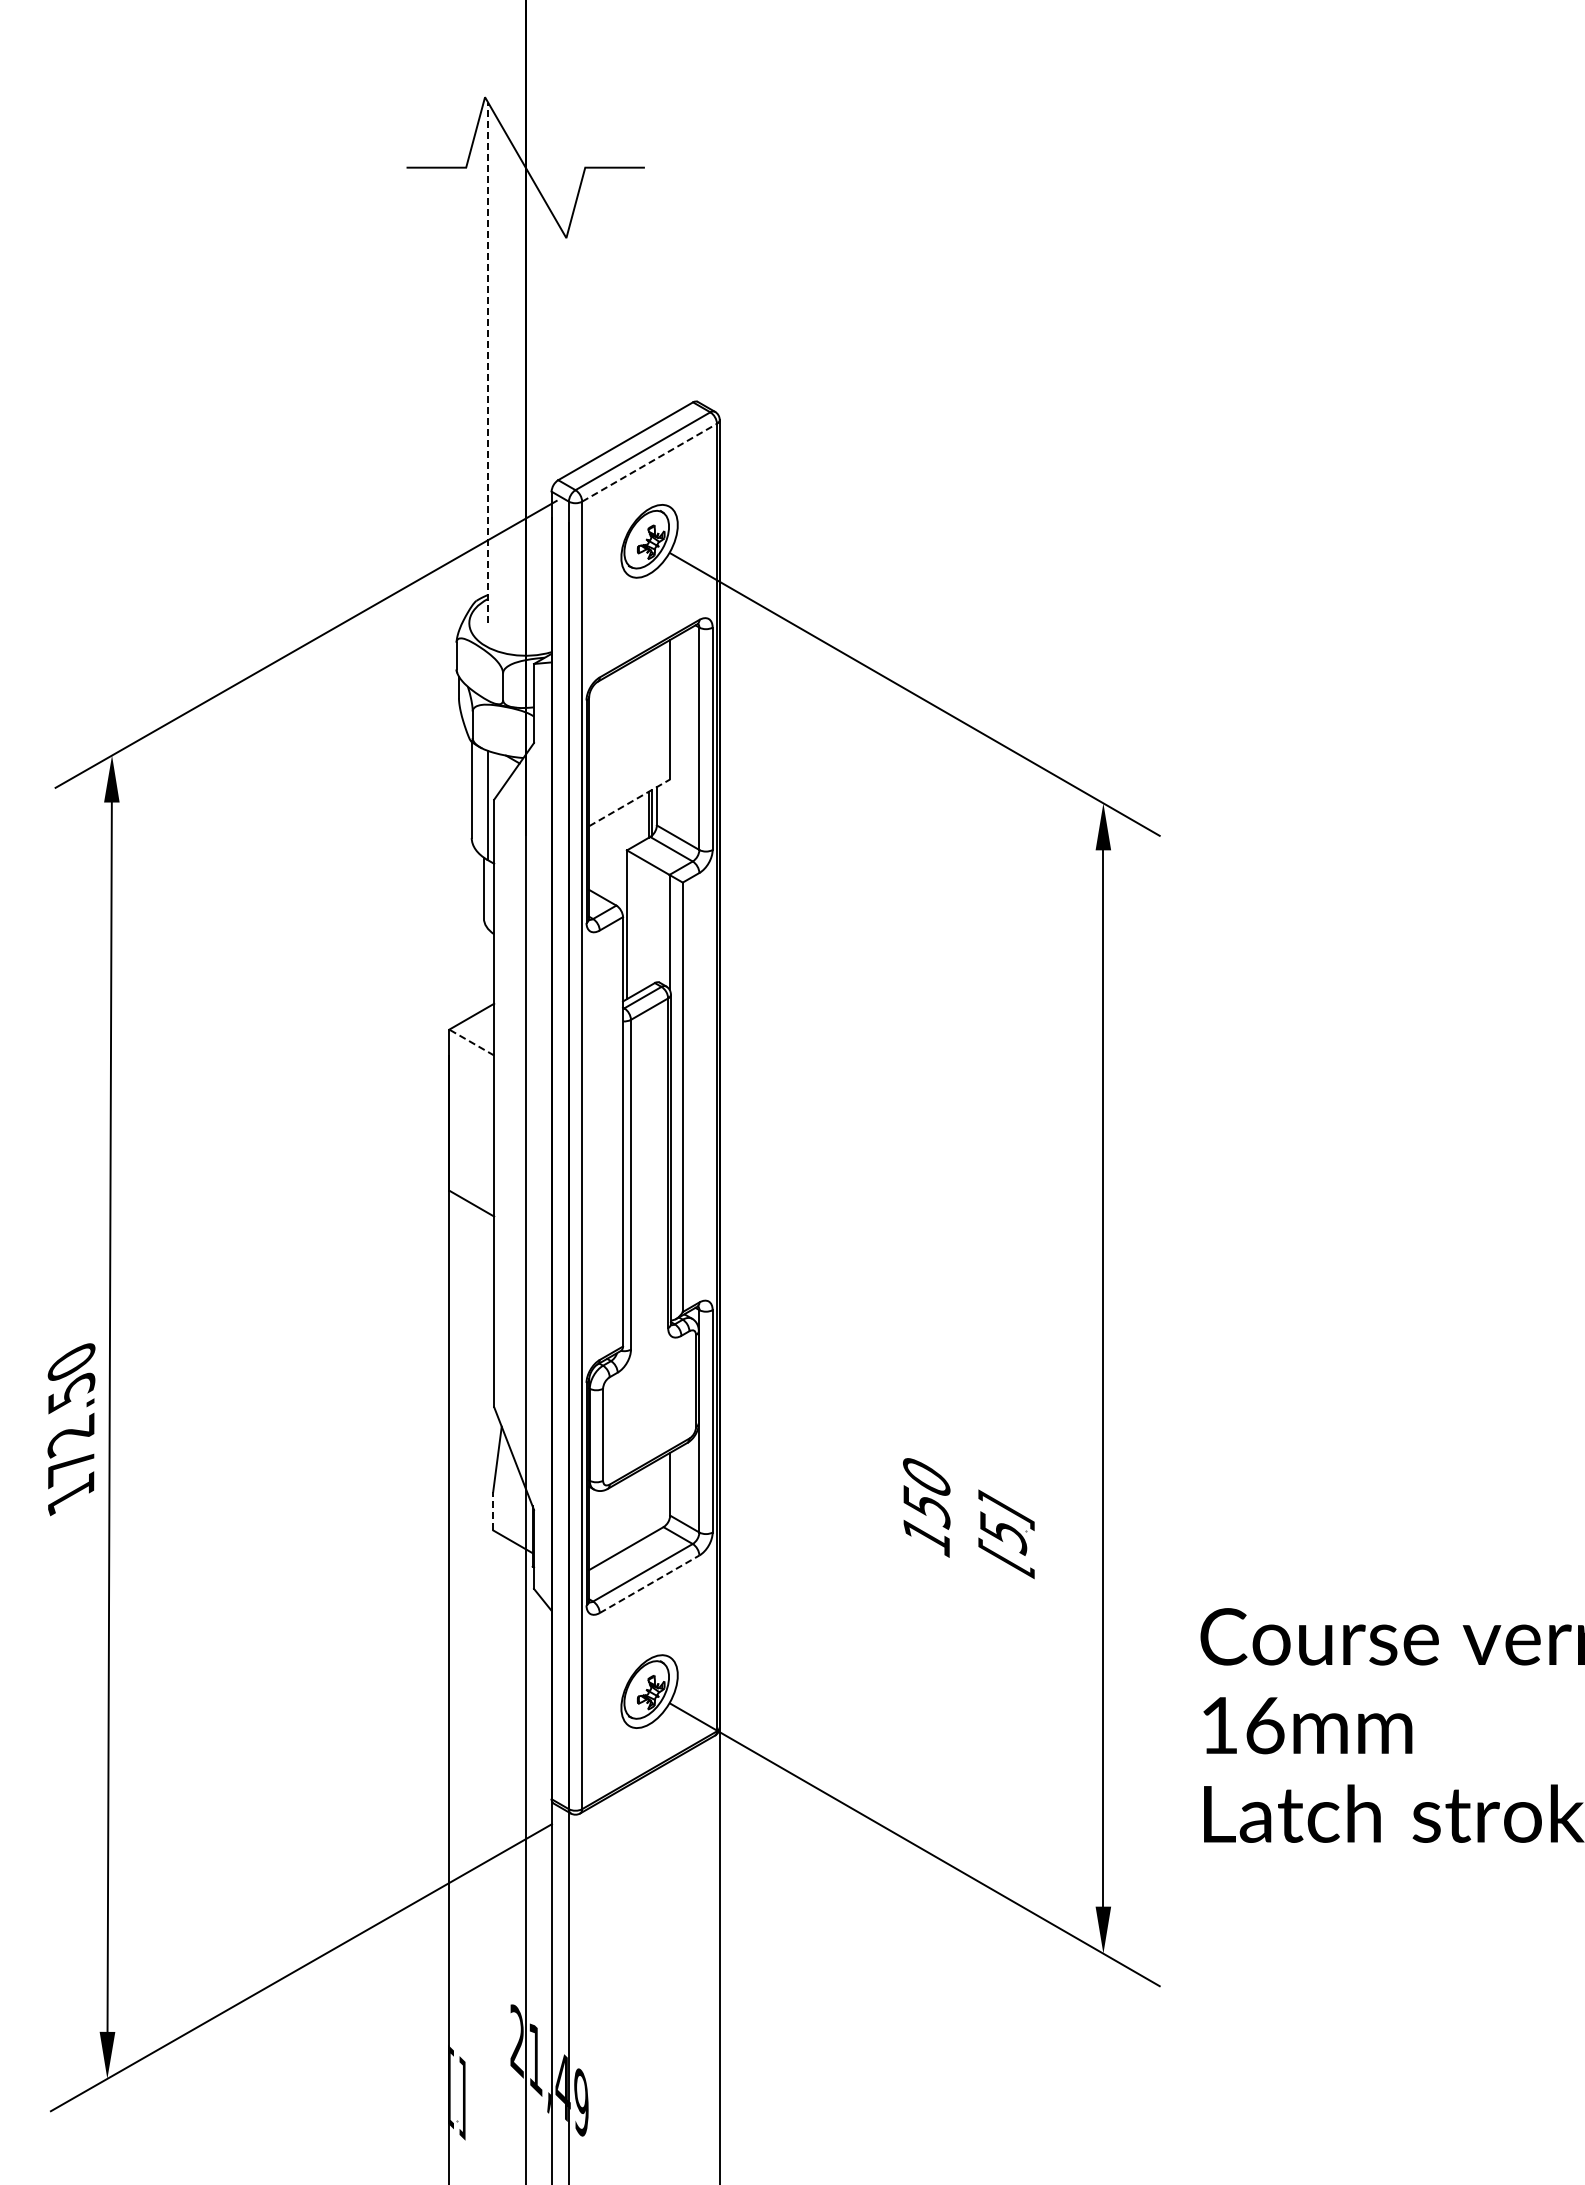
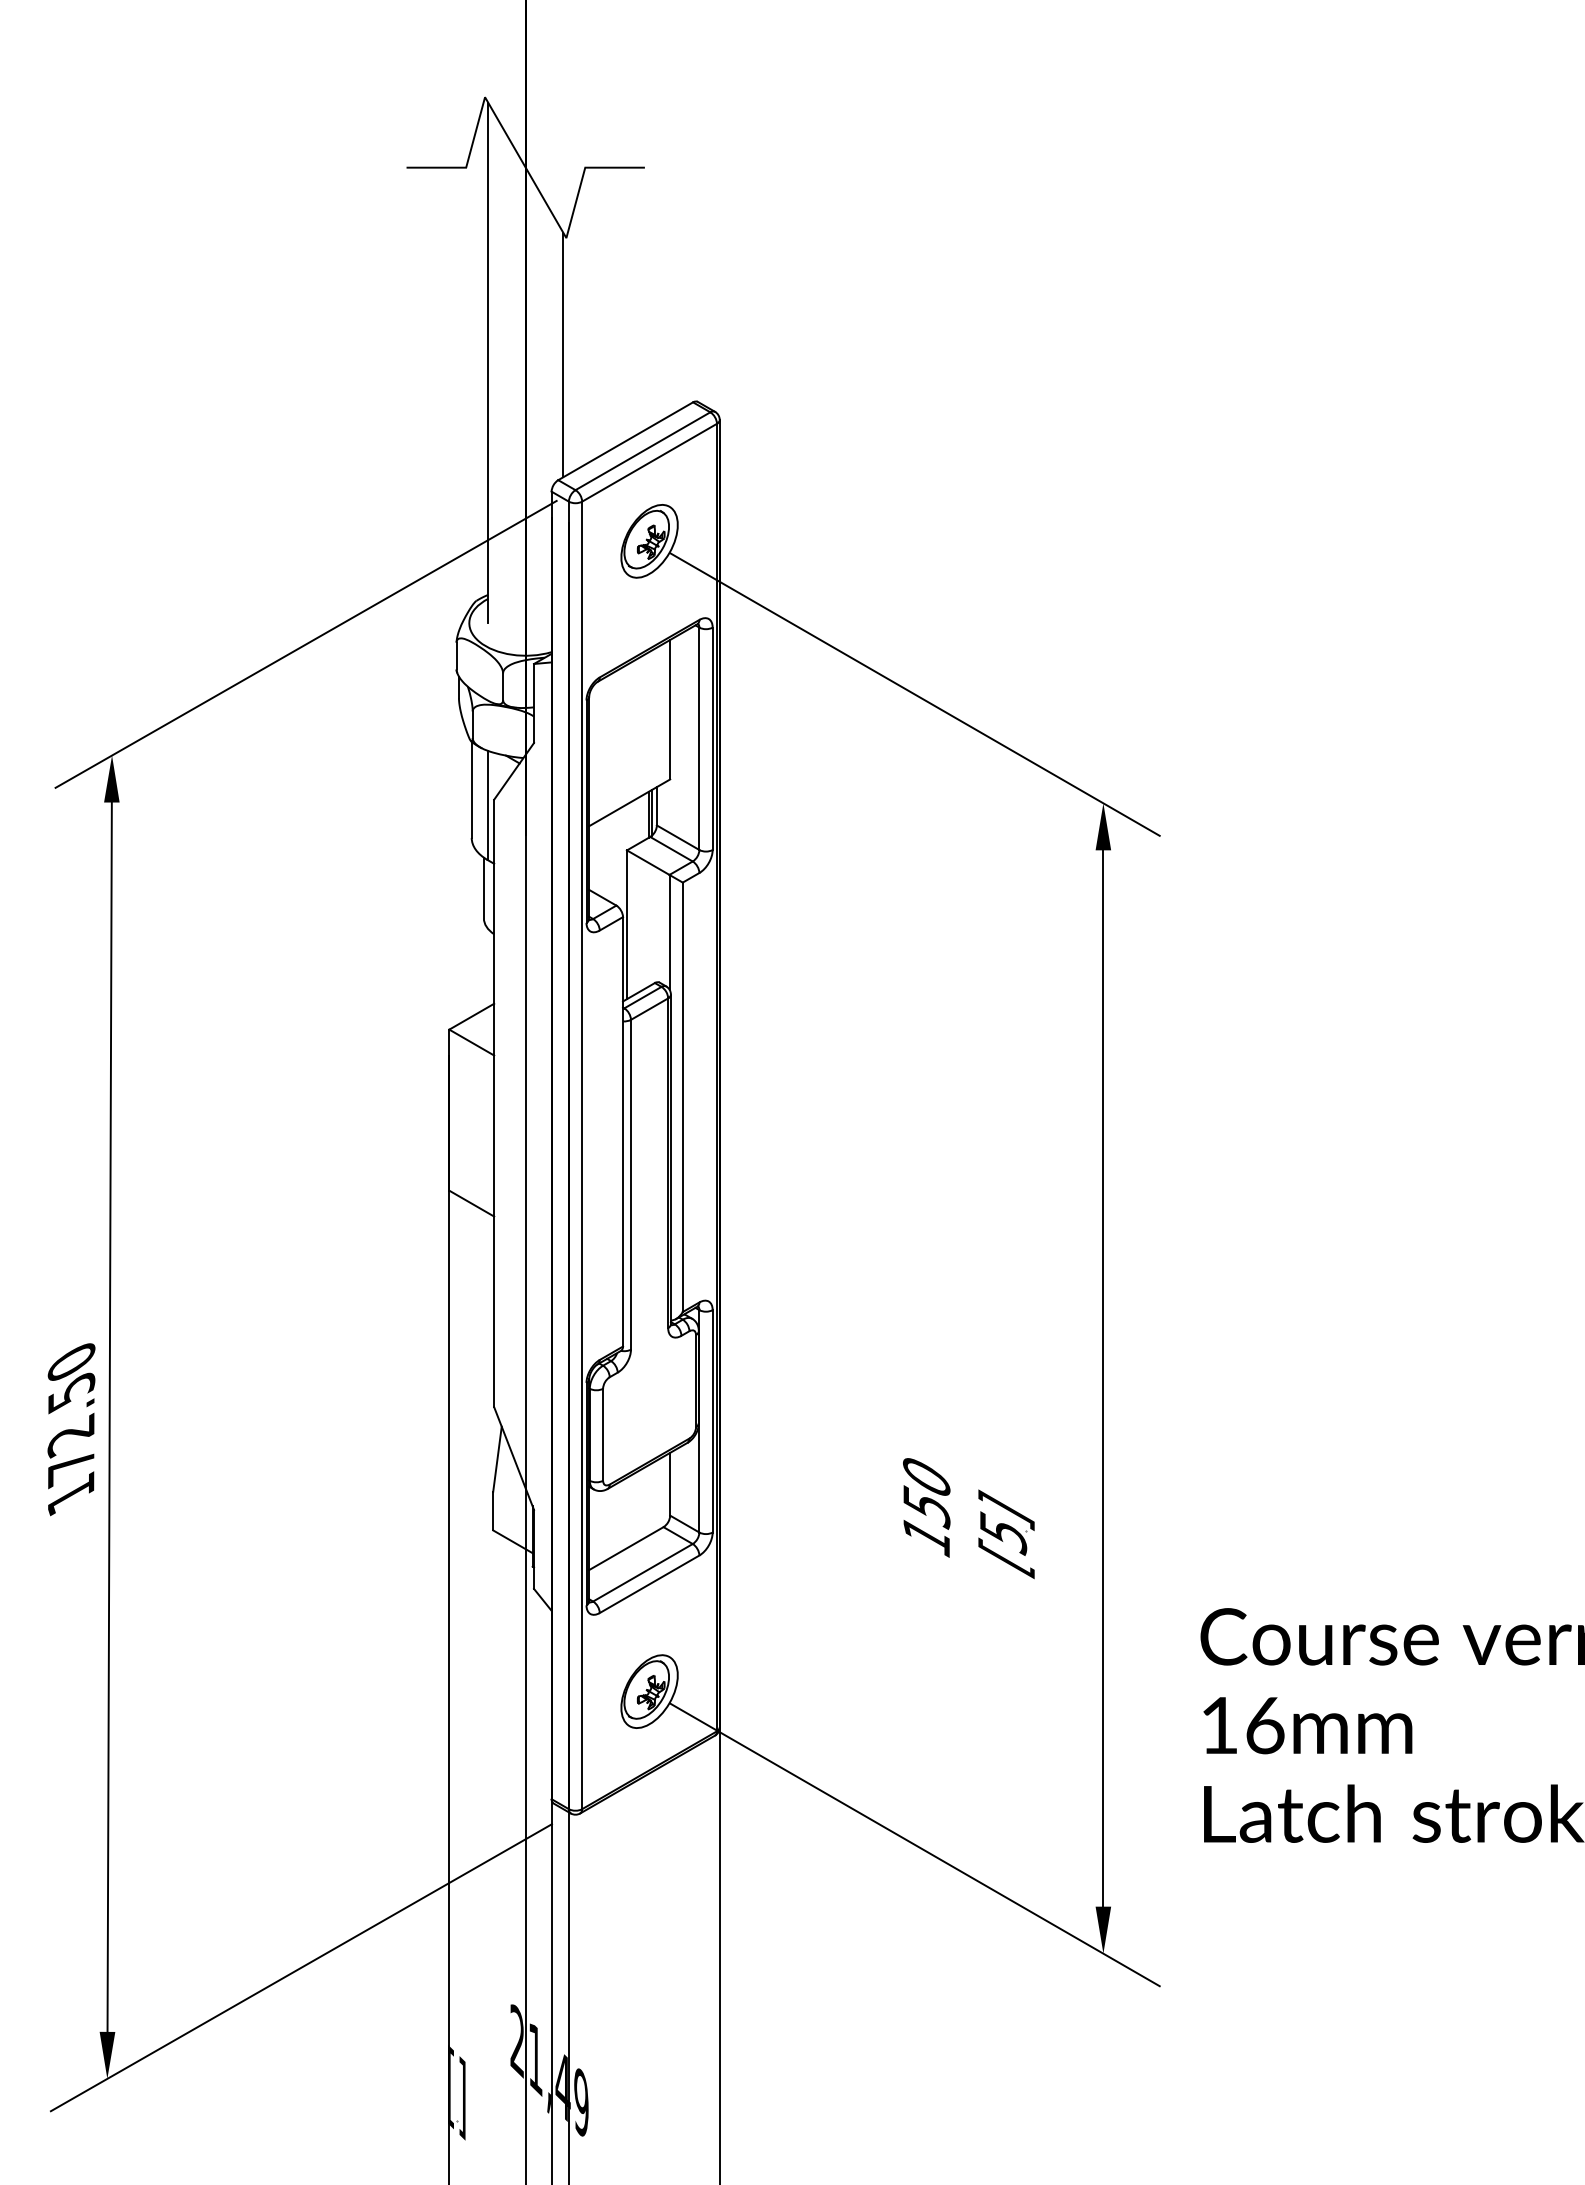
line at (563, 354): none -> present
line at (488, 362): dashed -> solid
line at (649, 462): dashed -> solid
line at (629, 802): dashed -> solid
line at (471, 1042): dashed -> solid
line at (493, 1510): dashed -> solid
line at (649, 1584): dashed -> solid
